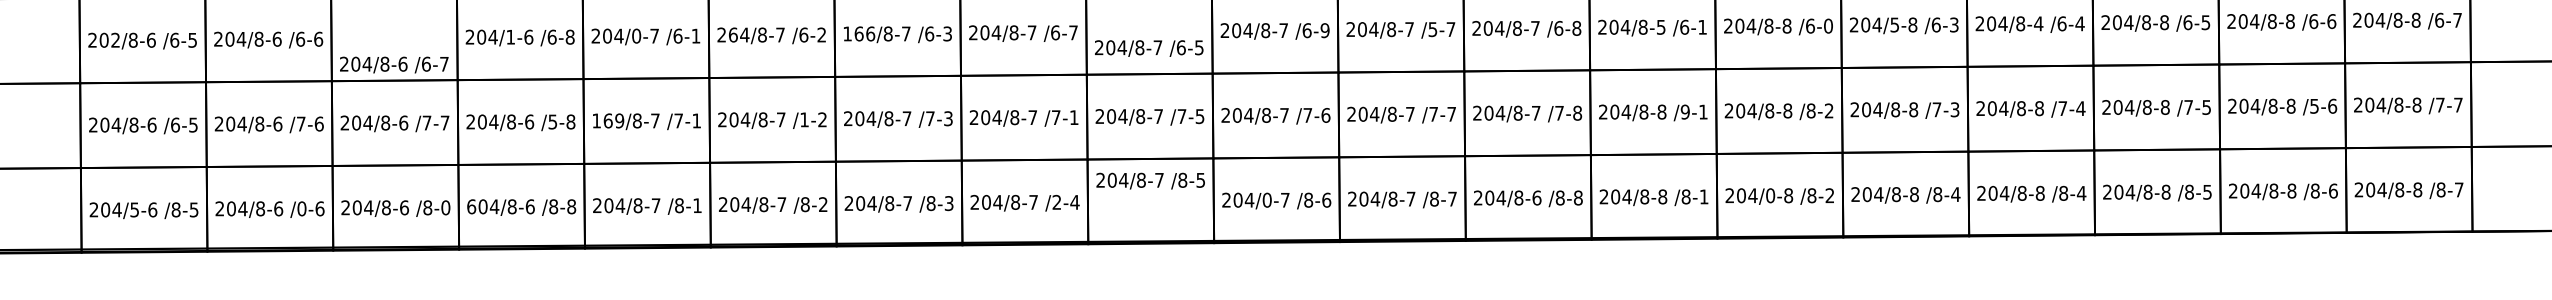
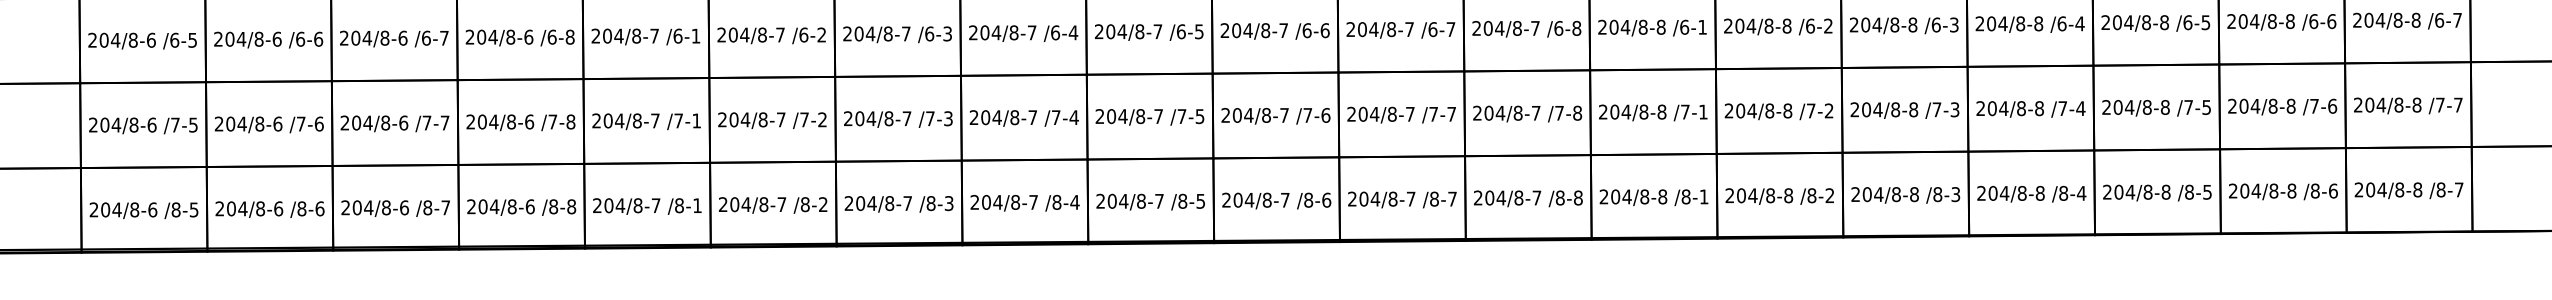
text at (2038, 23): 204/8-4 -> 204/8-8
text at (1894, 24): 204/5-8 -> 204/8-8
text at (1828, 25): /6-0 -> /6-2
text at (1660, 26): 204/8-5 -> 204/8-8
text at (1432, 29): /5-7 -> /6-7
text at (1324, 30): /6-9 -> /6-6
text at (1073, 32): /6-7 -> /6-4
text at (859, 33): 166/8-7 -> 204/8-7
text at (733, 34): 264/8-7 -> 204/8-7
text at (510, 36): 204/1-6 -> 204/8-6
text at (636, 36): 204/0-7 -> 204/8-7
text at (115, 39): 202/8-6 -> 204/8-6
text at (1149, 48) position: (1149, 48) -> (1149, 32)
text at (394, 64) position: (394, 64) -> (394, 38)
text at (2314, 106): /5-6 -> /7-6
text at (1810, 110): /8-2 -> /7-2
text at (1684, 111): /9-1 -> /7-1
text at (1073, 117): /7-1 -> /7-4
text at (804, 119): /1-2 -> /7-2
text at (608, 120): 169/8-7 -> 204/8-7
text at (552, 121): /5-8 -> /7-8
text at (175, 124): /6-5 -> /7-5
text at (1150, 180) position: (1150, 180) -> (1150, 201)
text at (1955, 194): /8-4 -> /8-3
text at (1770, 195): 204/0-8 -> 204/8-8
text at (1536, 197): 204/8-6 -> 204/8-7
text at (1266, 200): 204/0-7 -> 204/8-7
text at (1056, 202): /2-4 -> /8-4
text at (471, 206): 604/8-6 -> 204/8-6
text at (445, 207): /8-0 -> /8-7
text at (301, 208): /0-6 -> /8-6
text at (134, 209): 204/5-6 -> 204/8-6
